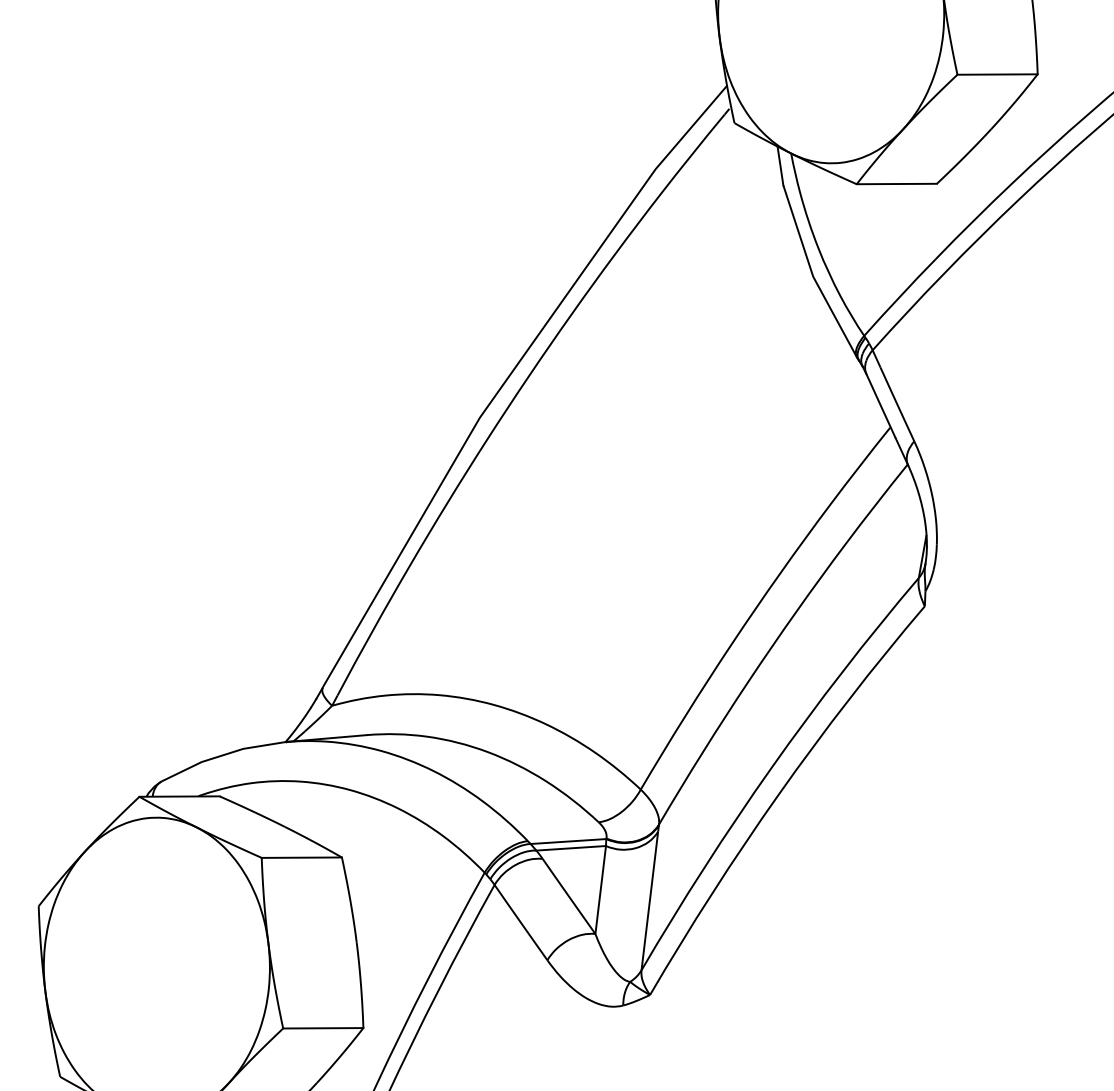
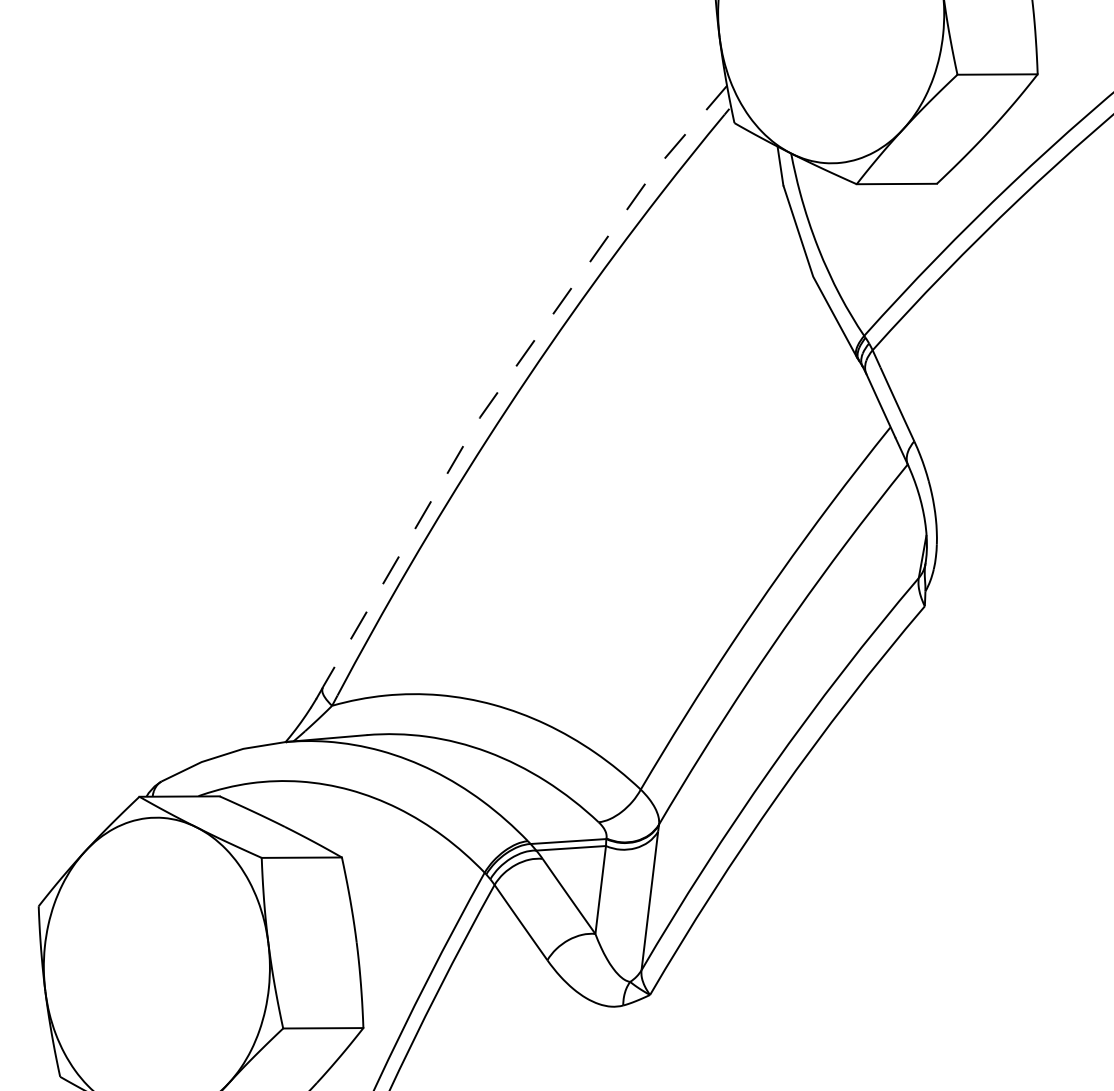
line at (509, 376): solid -> dashed
